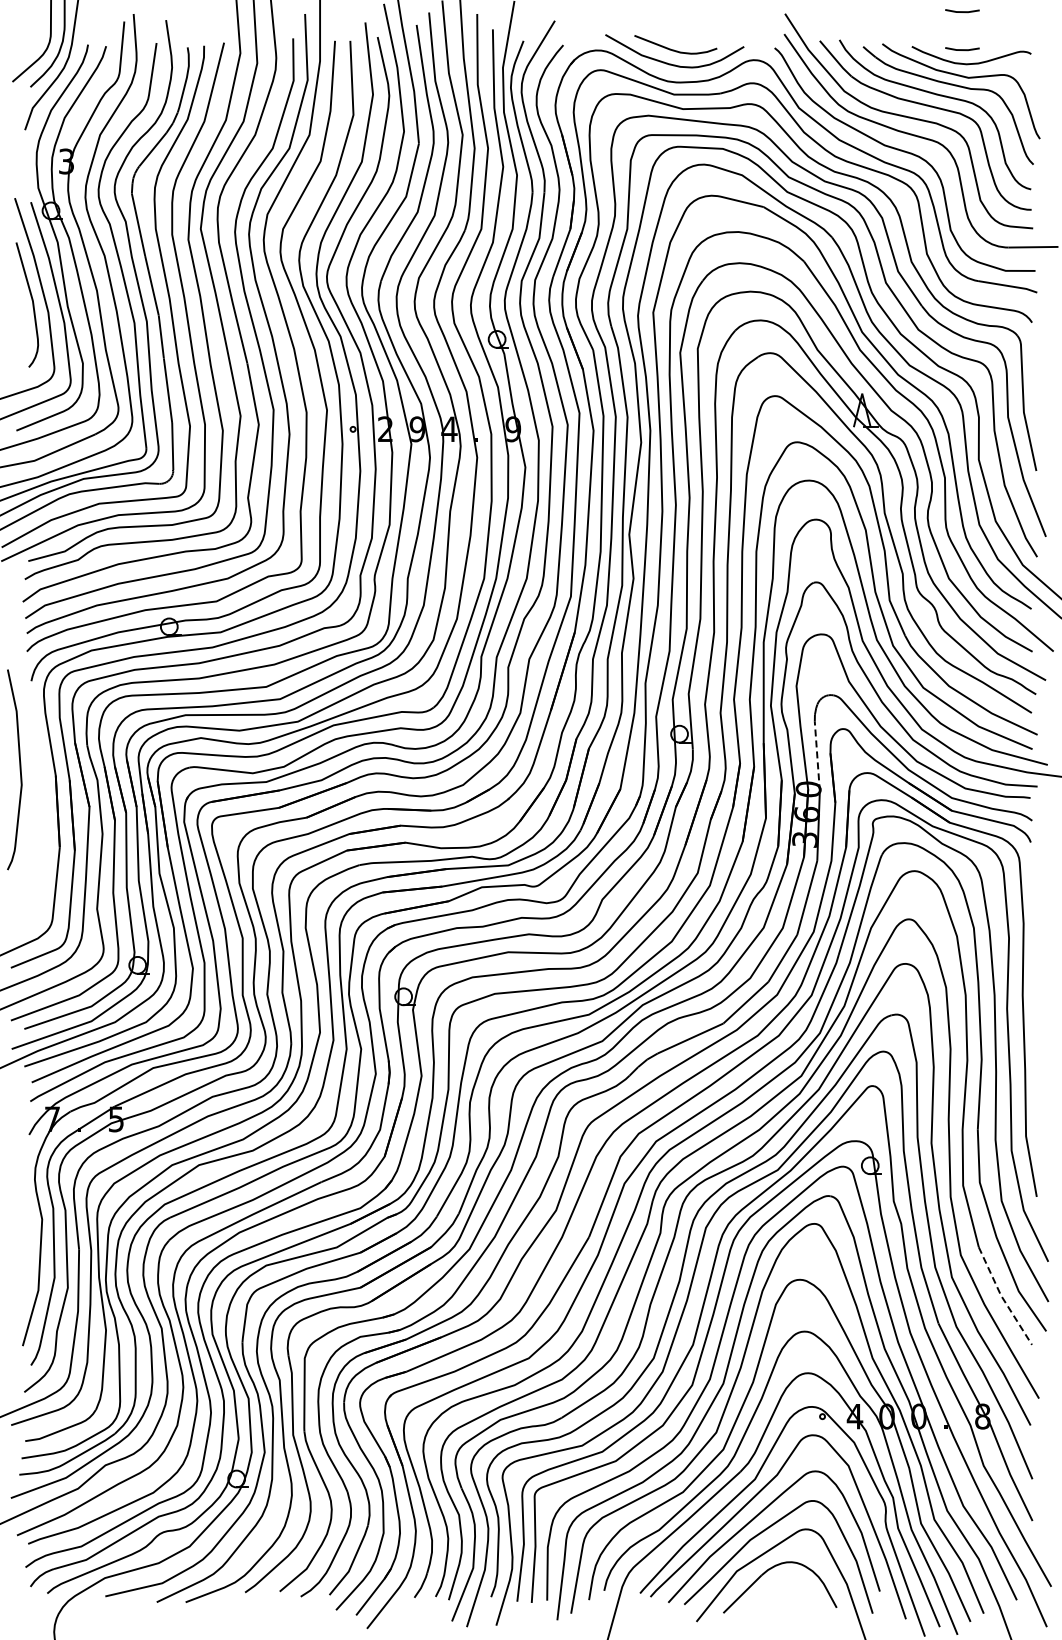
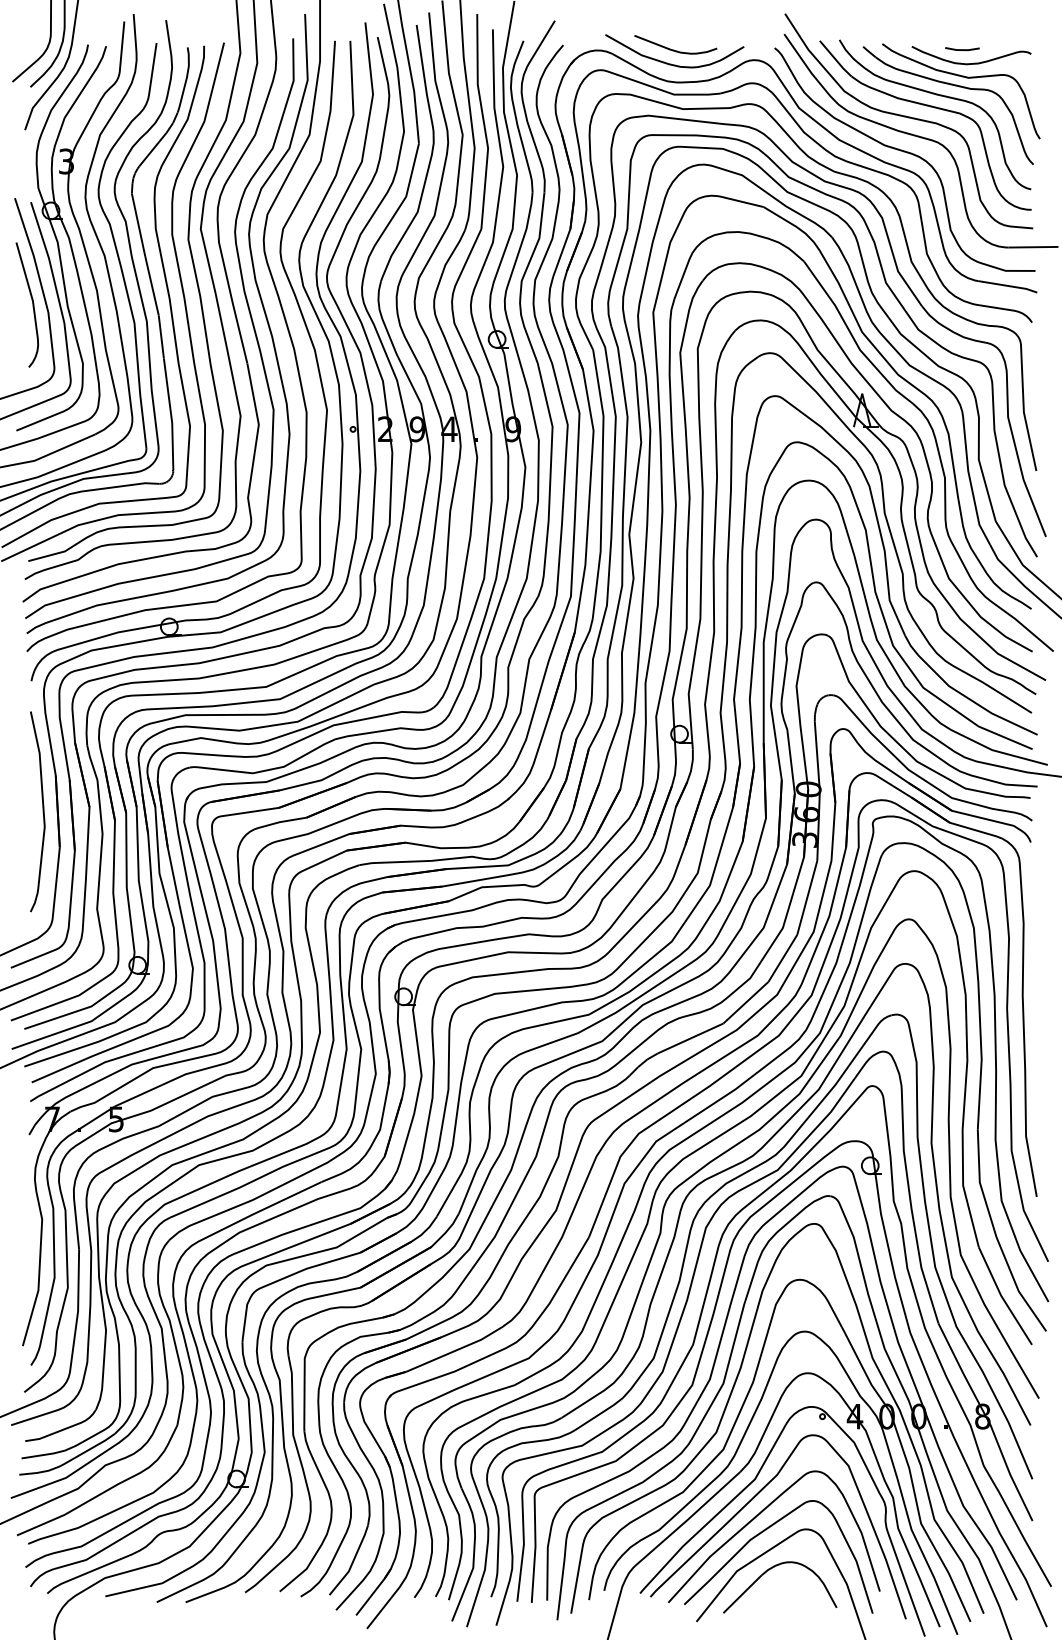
line at (962, 11): present -> none
line at (817, 756): dashed -> solid
curve at (19, 769) position: (19, 769) -> (42, 811)
line at (1002, 1297): dashed -> solid
